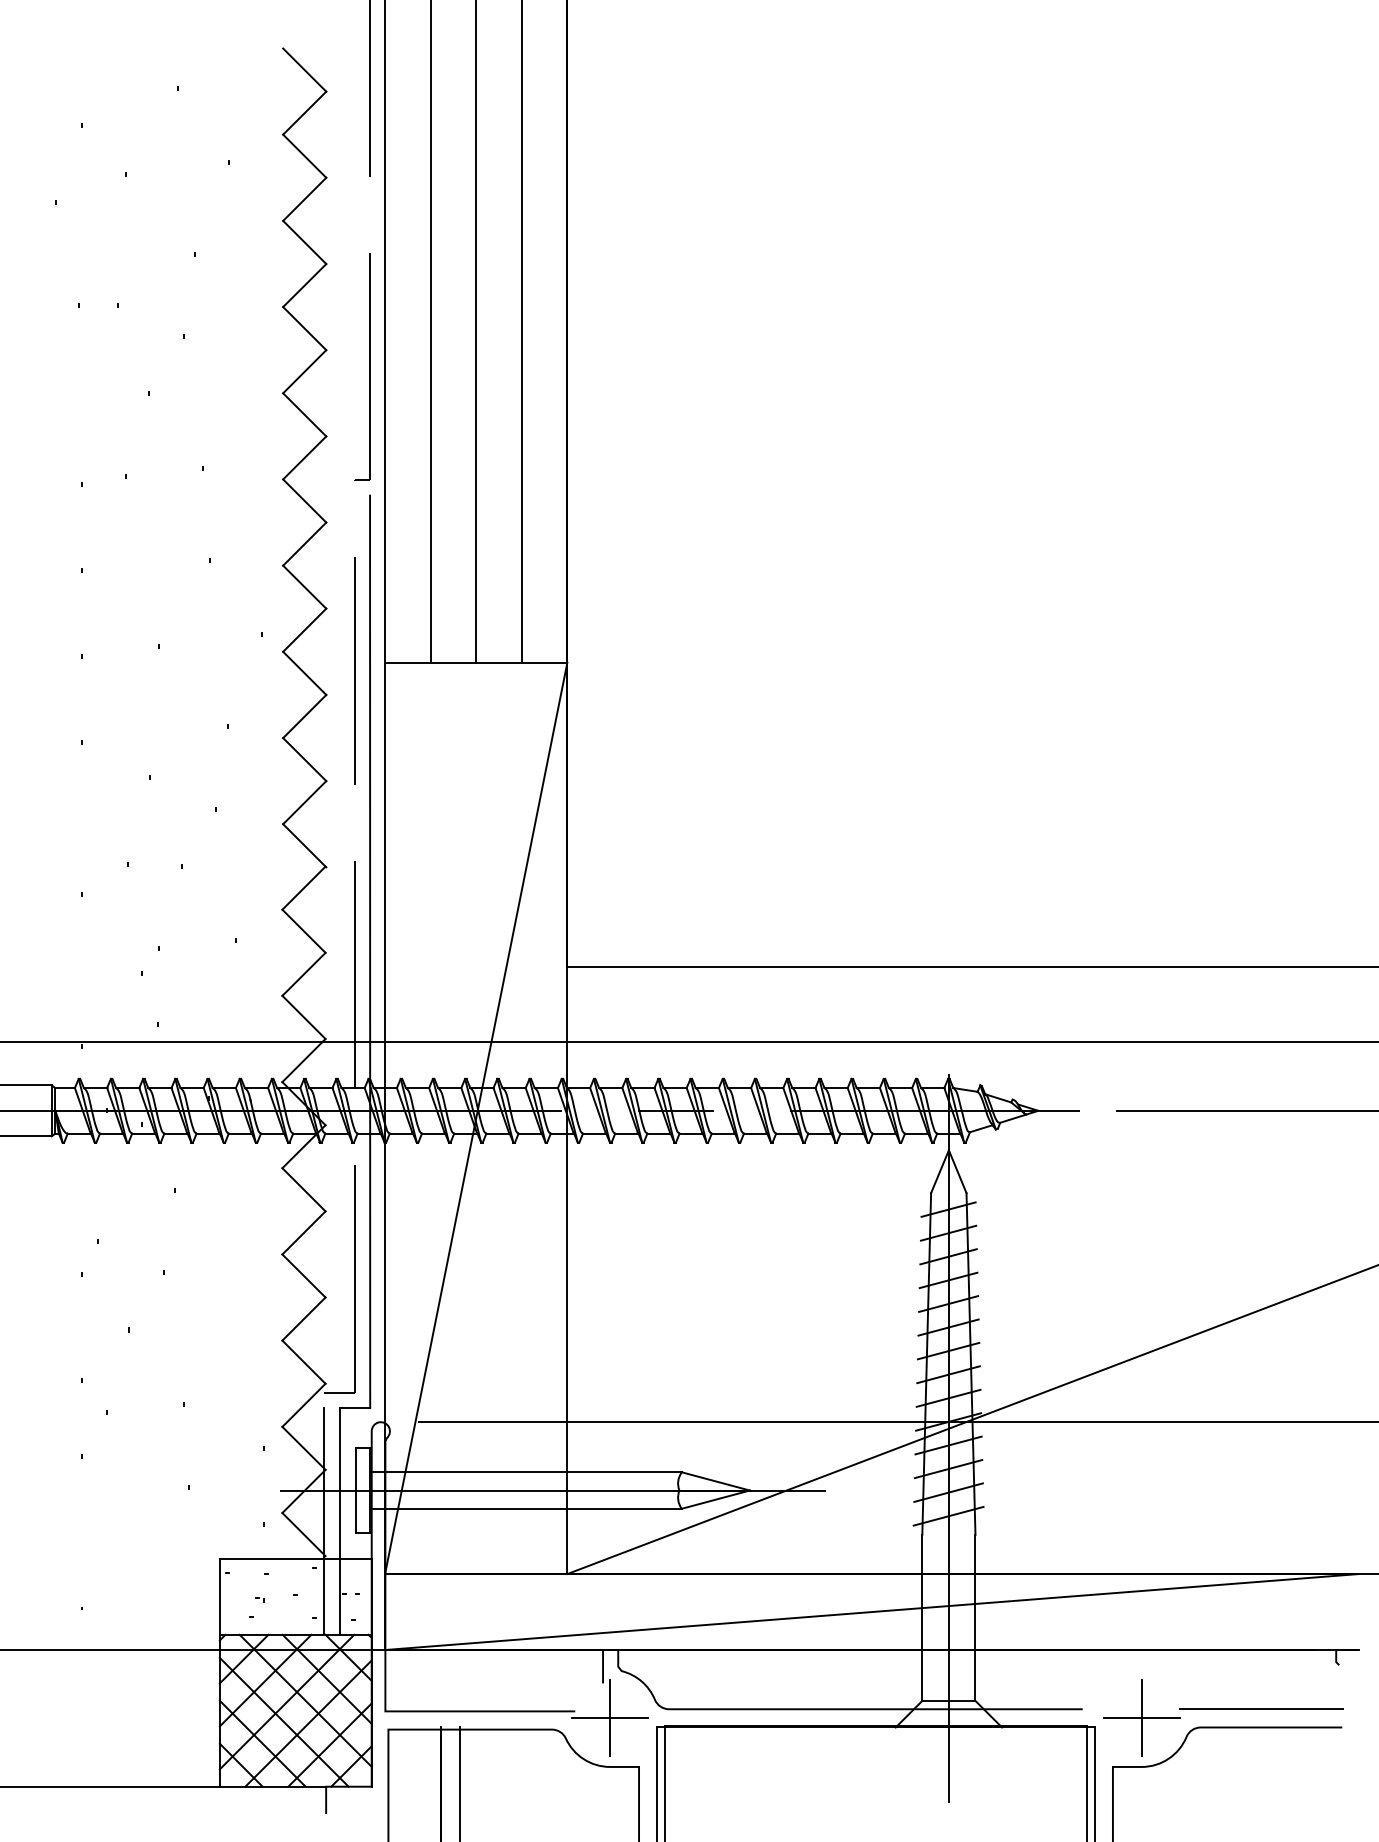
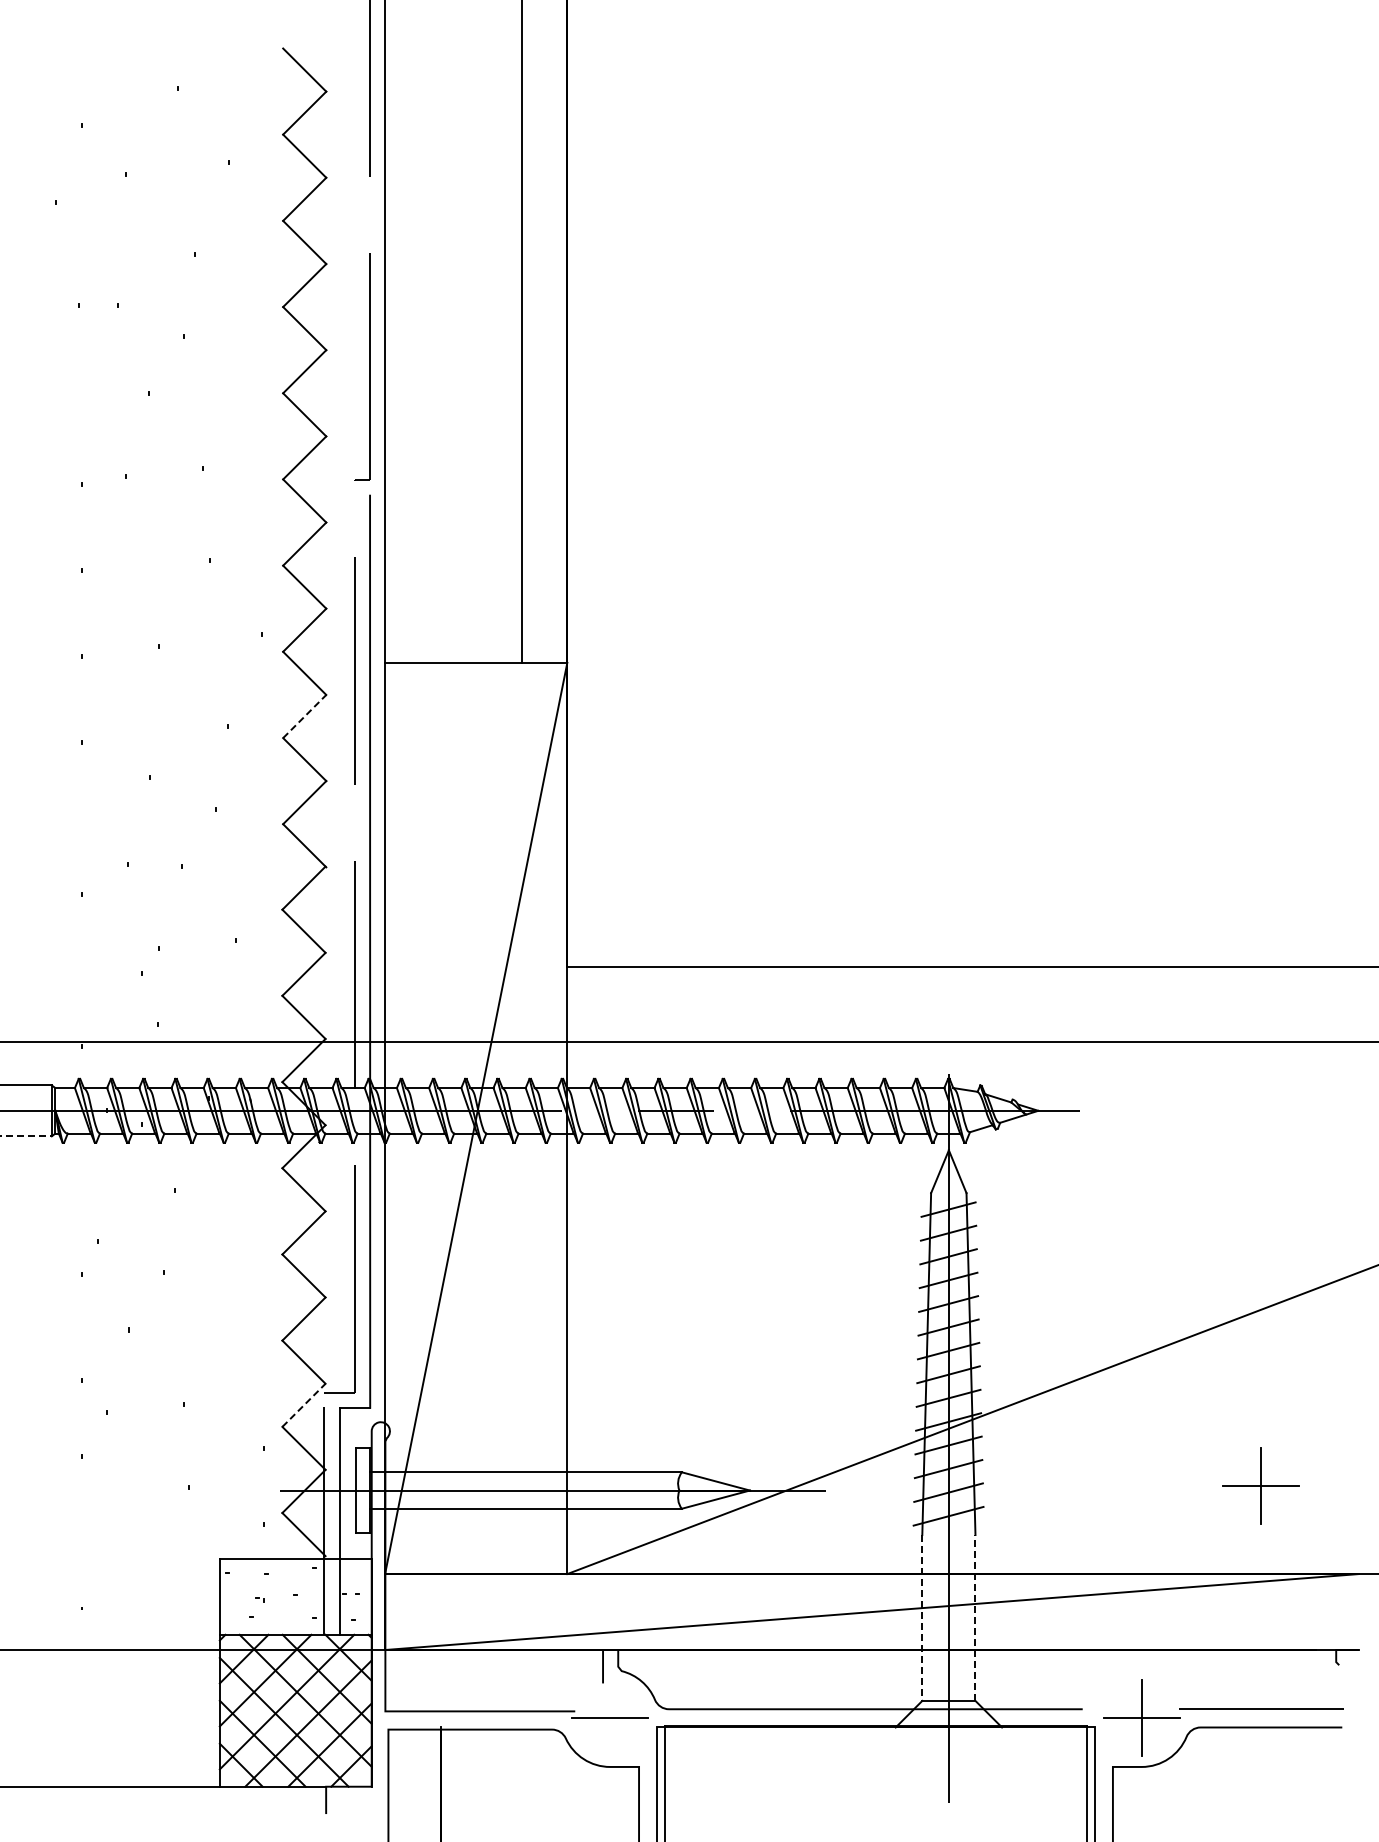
line at (430, 332): present -> none
line at (476, 332): present -> none
line at (304, 716): solid -> dashed
line at (1246, 1110): present -> none
line at (26, 1136): solid -> dashed
line at (303, 1405): solid -> dashed
line at (896, 1422): present -> none
part at (1260, 1485): none -> present
line at (922, 1617): solid -> dashed
line at (975, 1617): solid -> dashed
line at (610, 1718): present -> none
line at (459, 1782): present -> none
